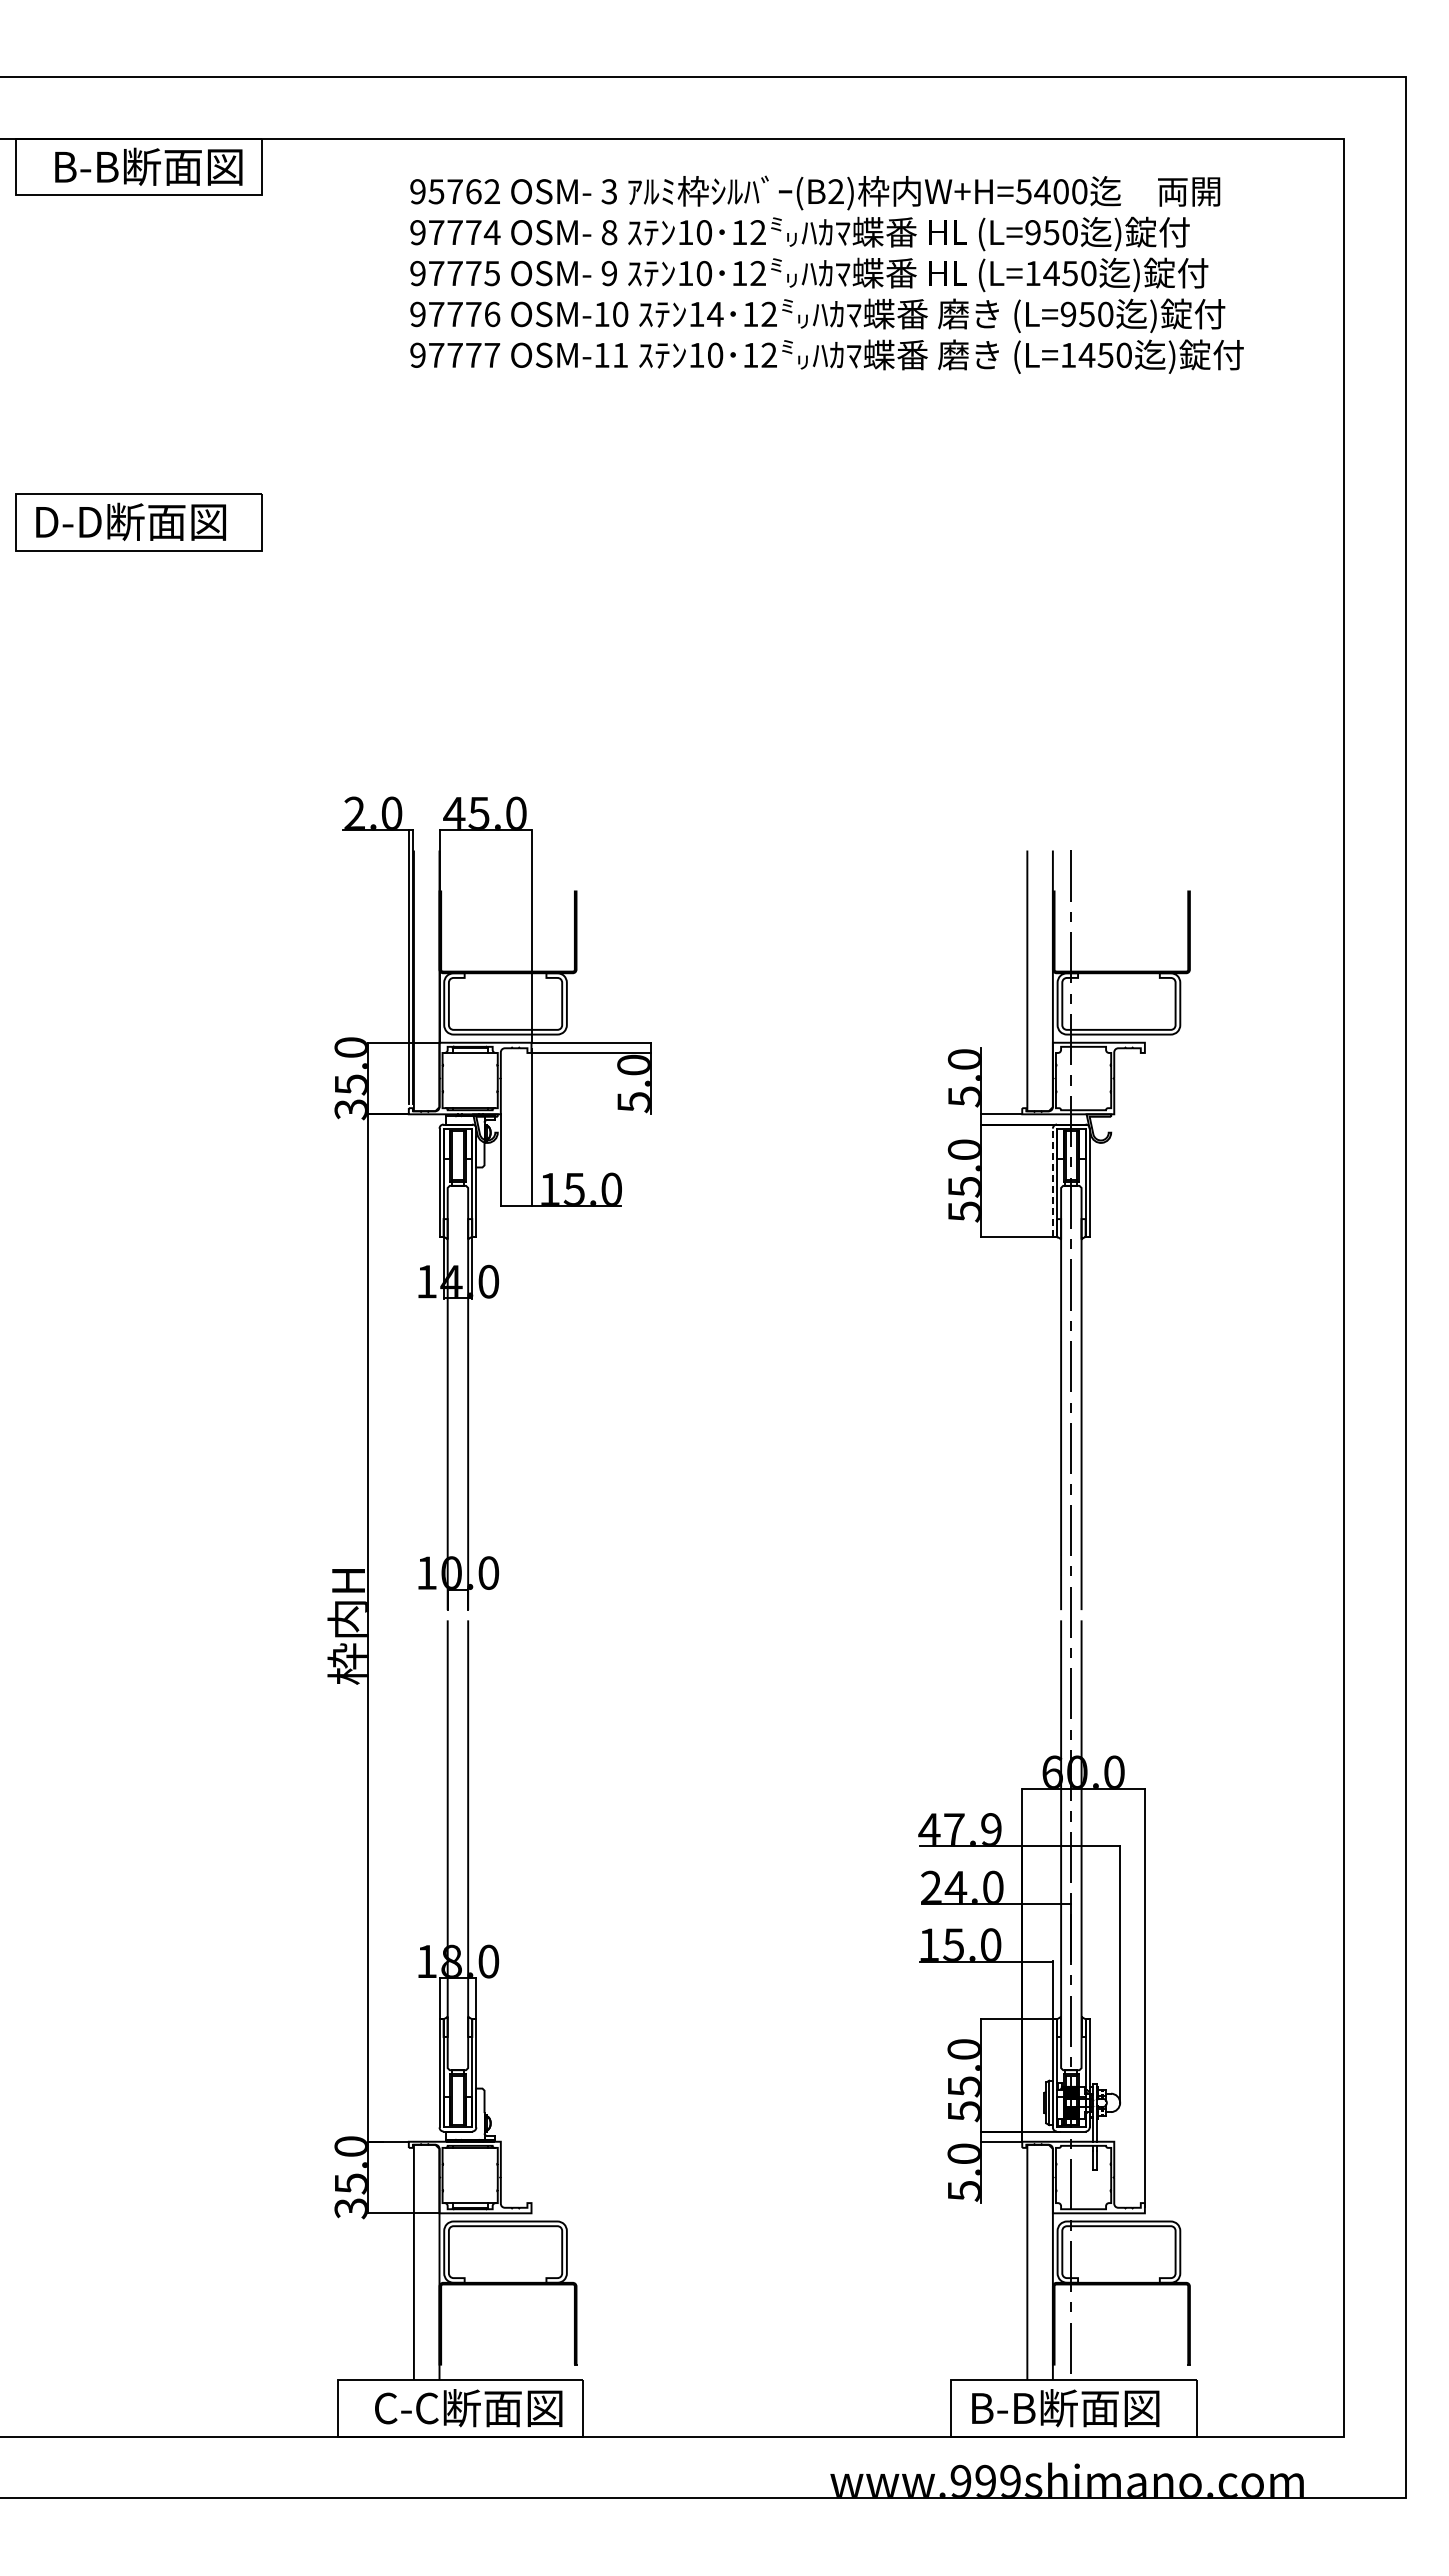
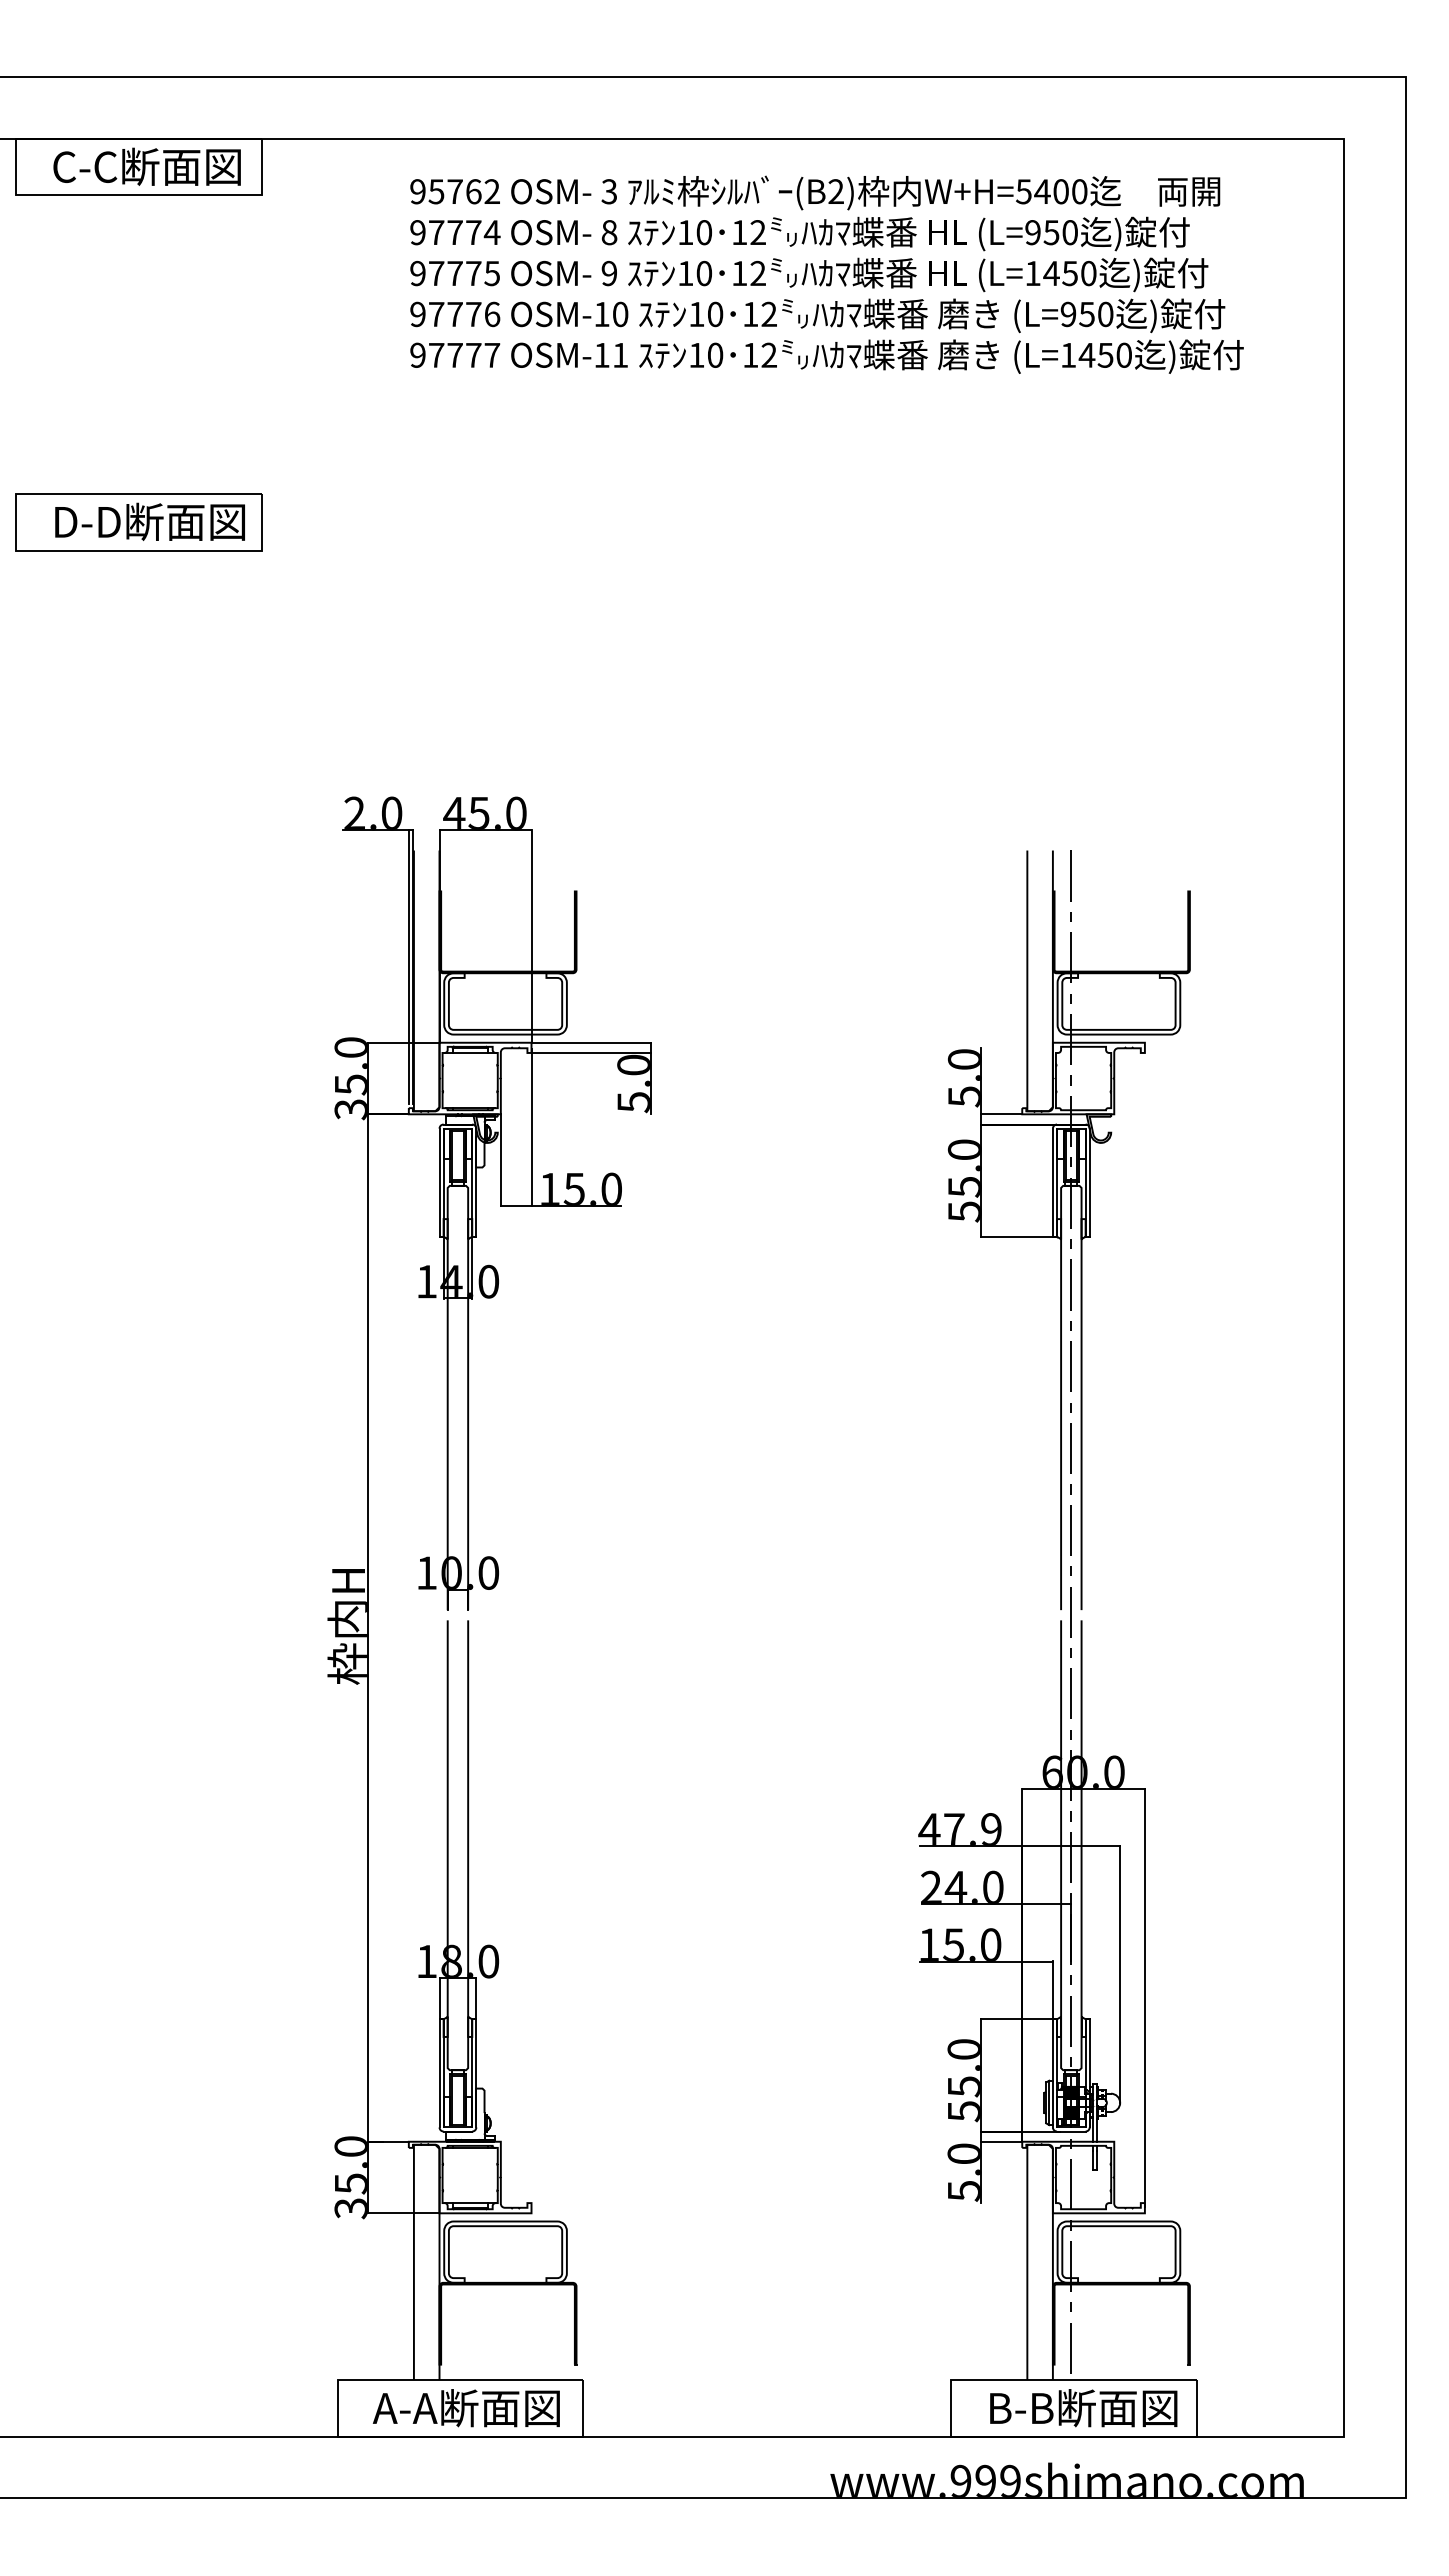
text at (147, 166): B-B断面図 -> C-C断面図
text at (715, 314): 14 -> 10
text at (130, 521) position: (130, 521) -> (149, 521)
line at (1052, 1182): dashed -> solid
text at (467, 2408): C-C断面図 -> A-A断面図
text at (1065, 2408) position: (1065, 2408) -> (1083, 2408)
